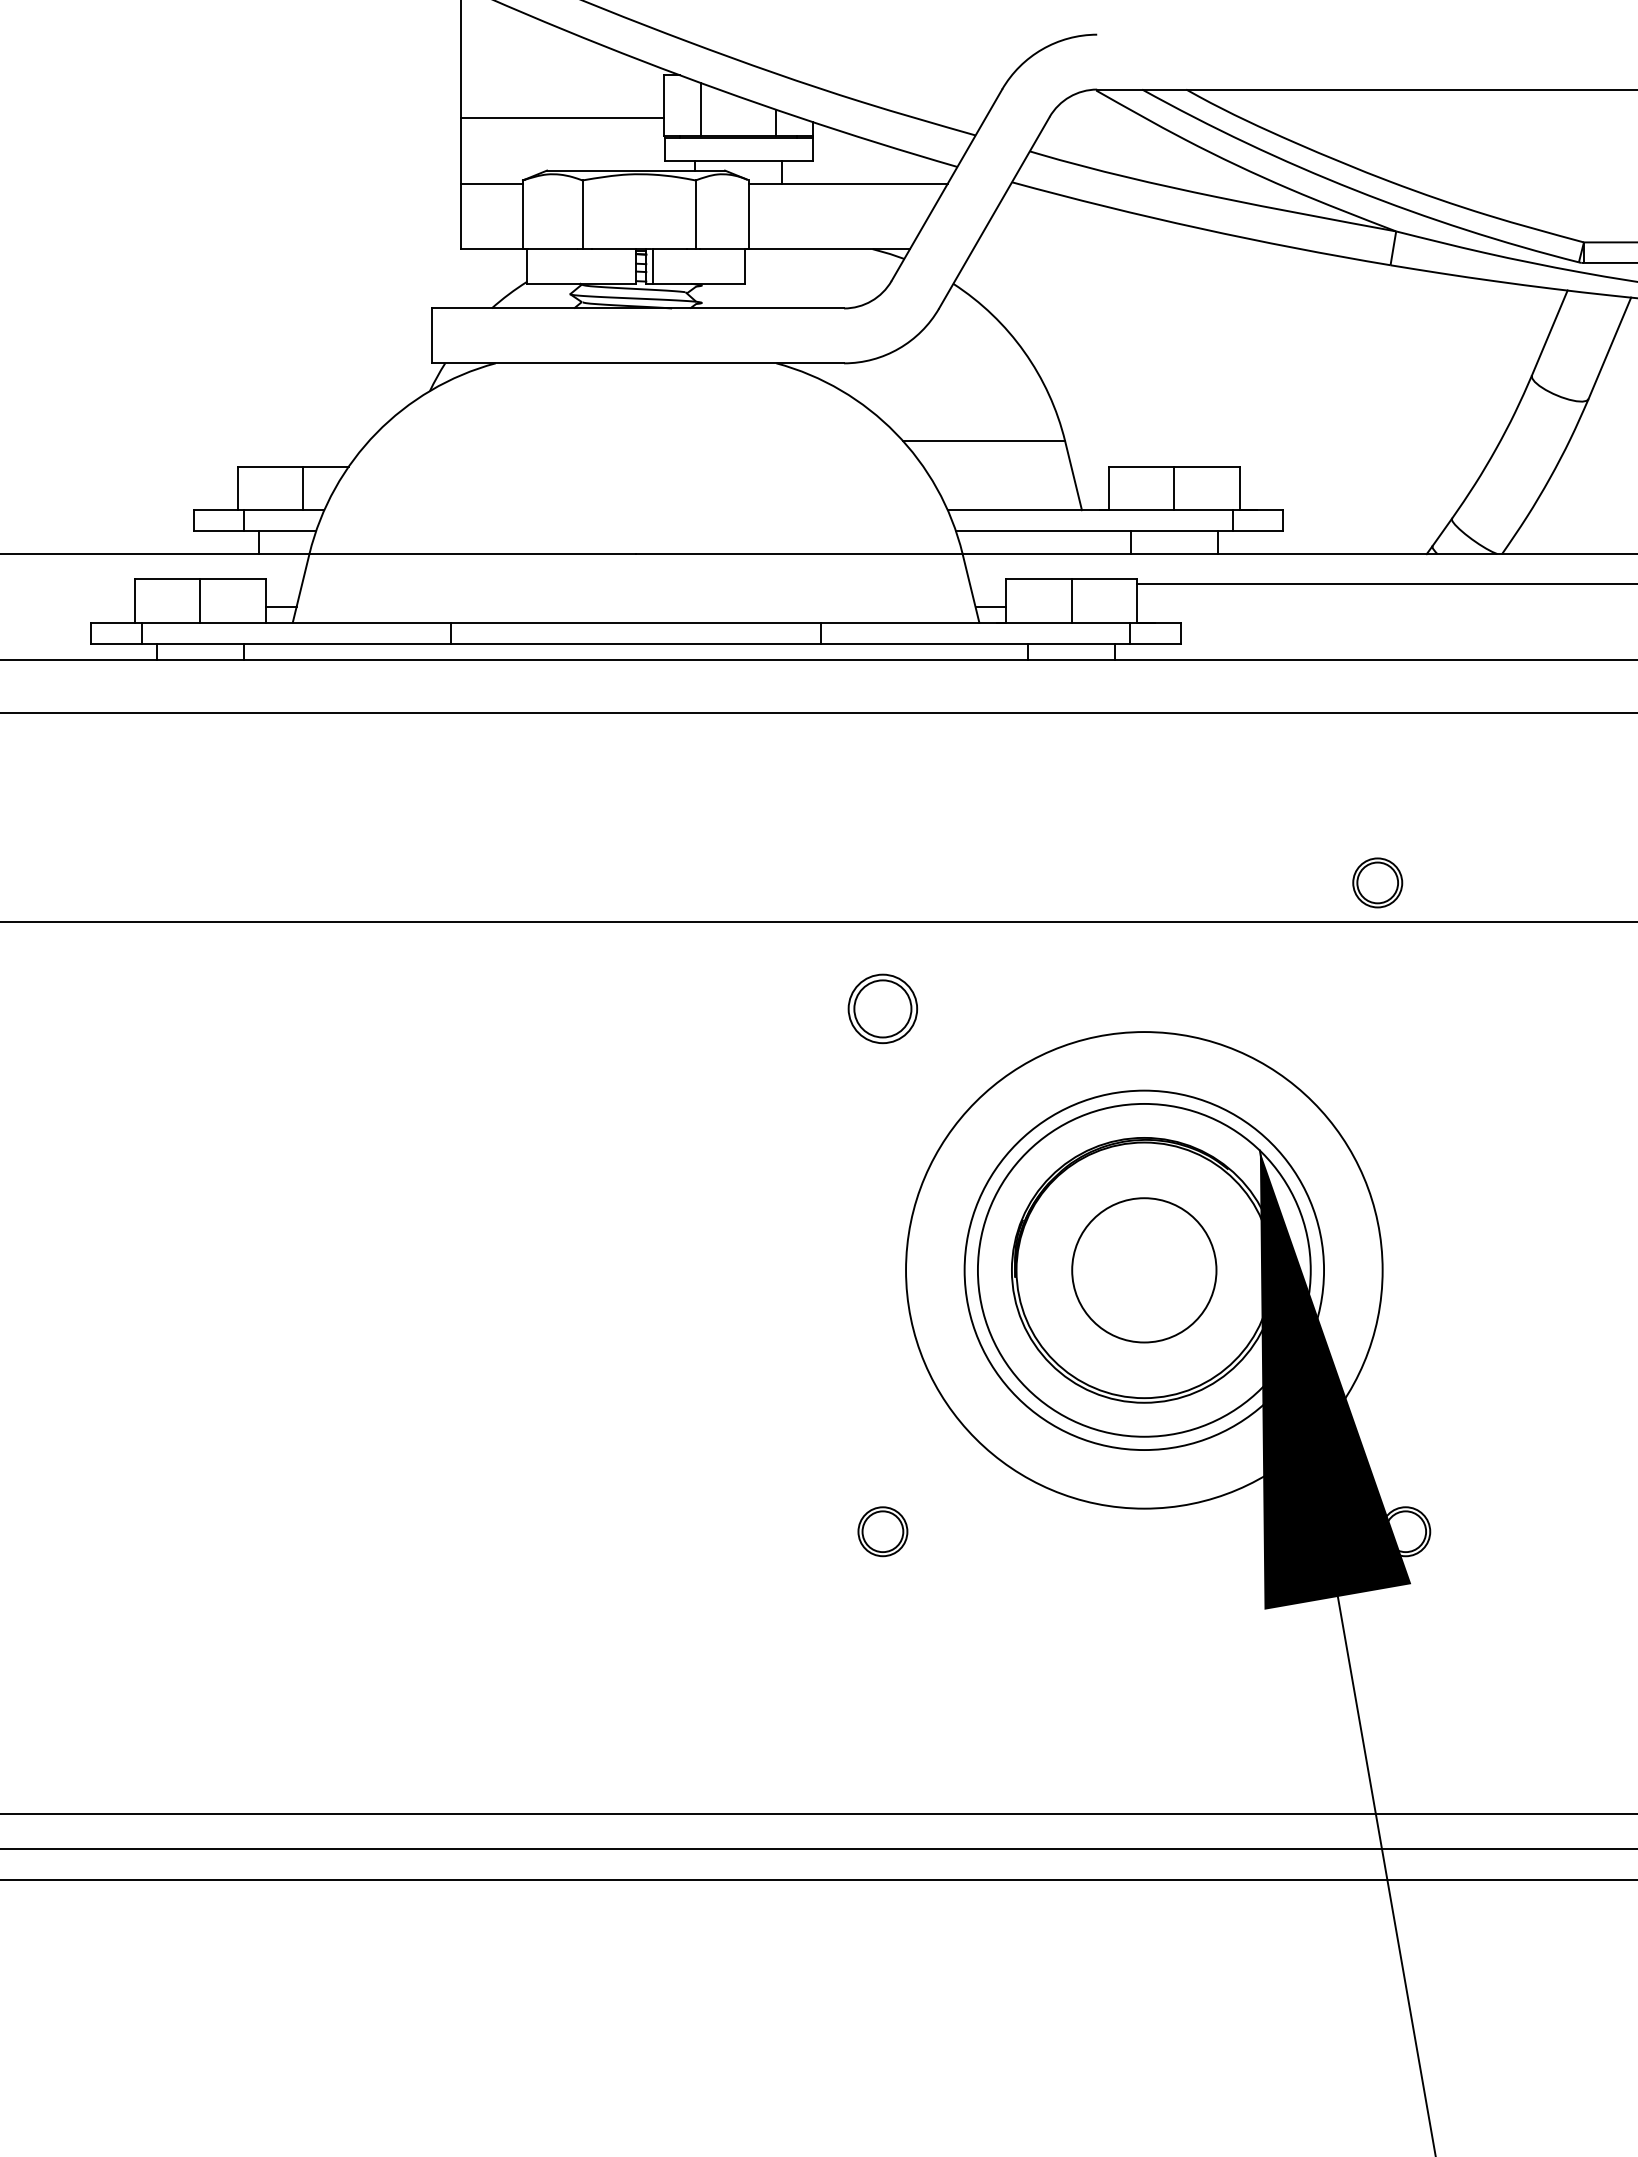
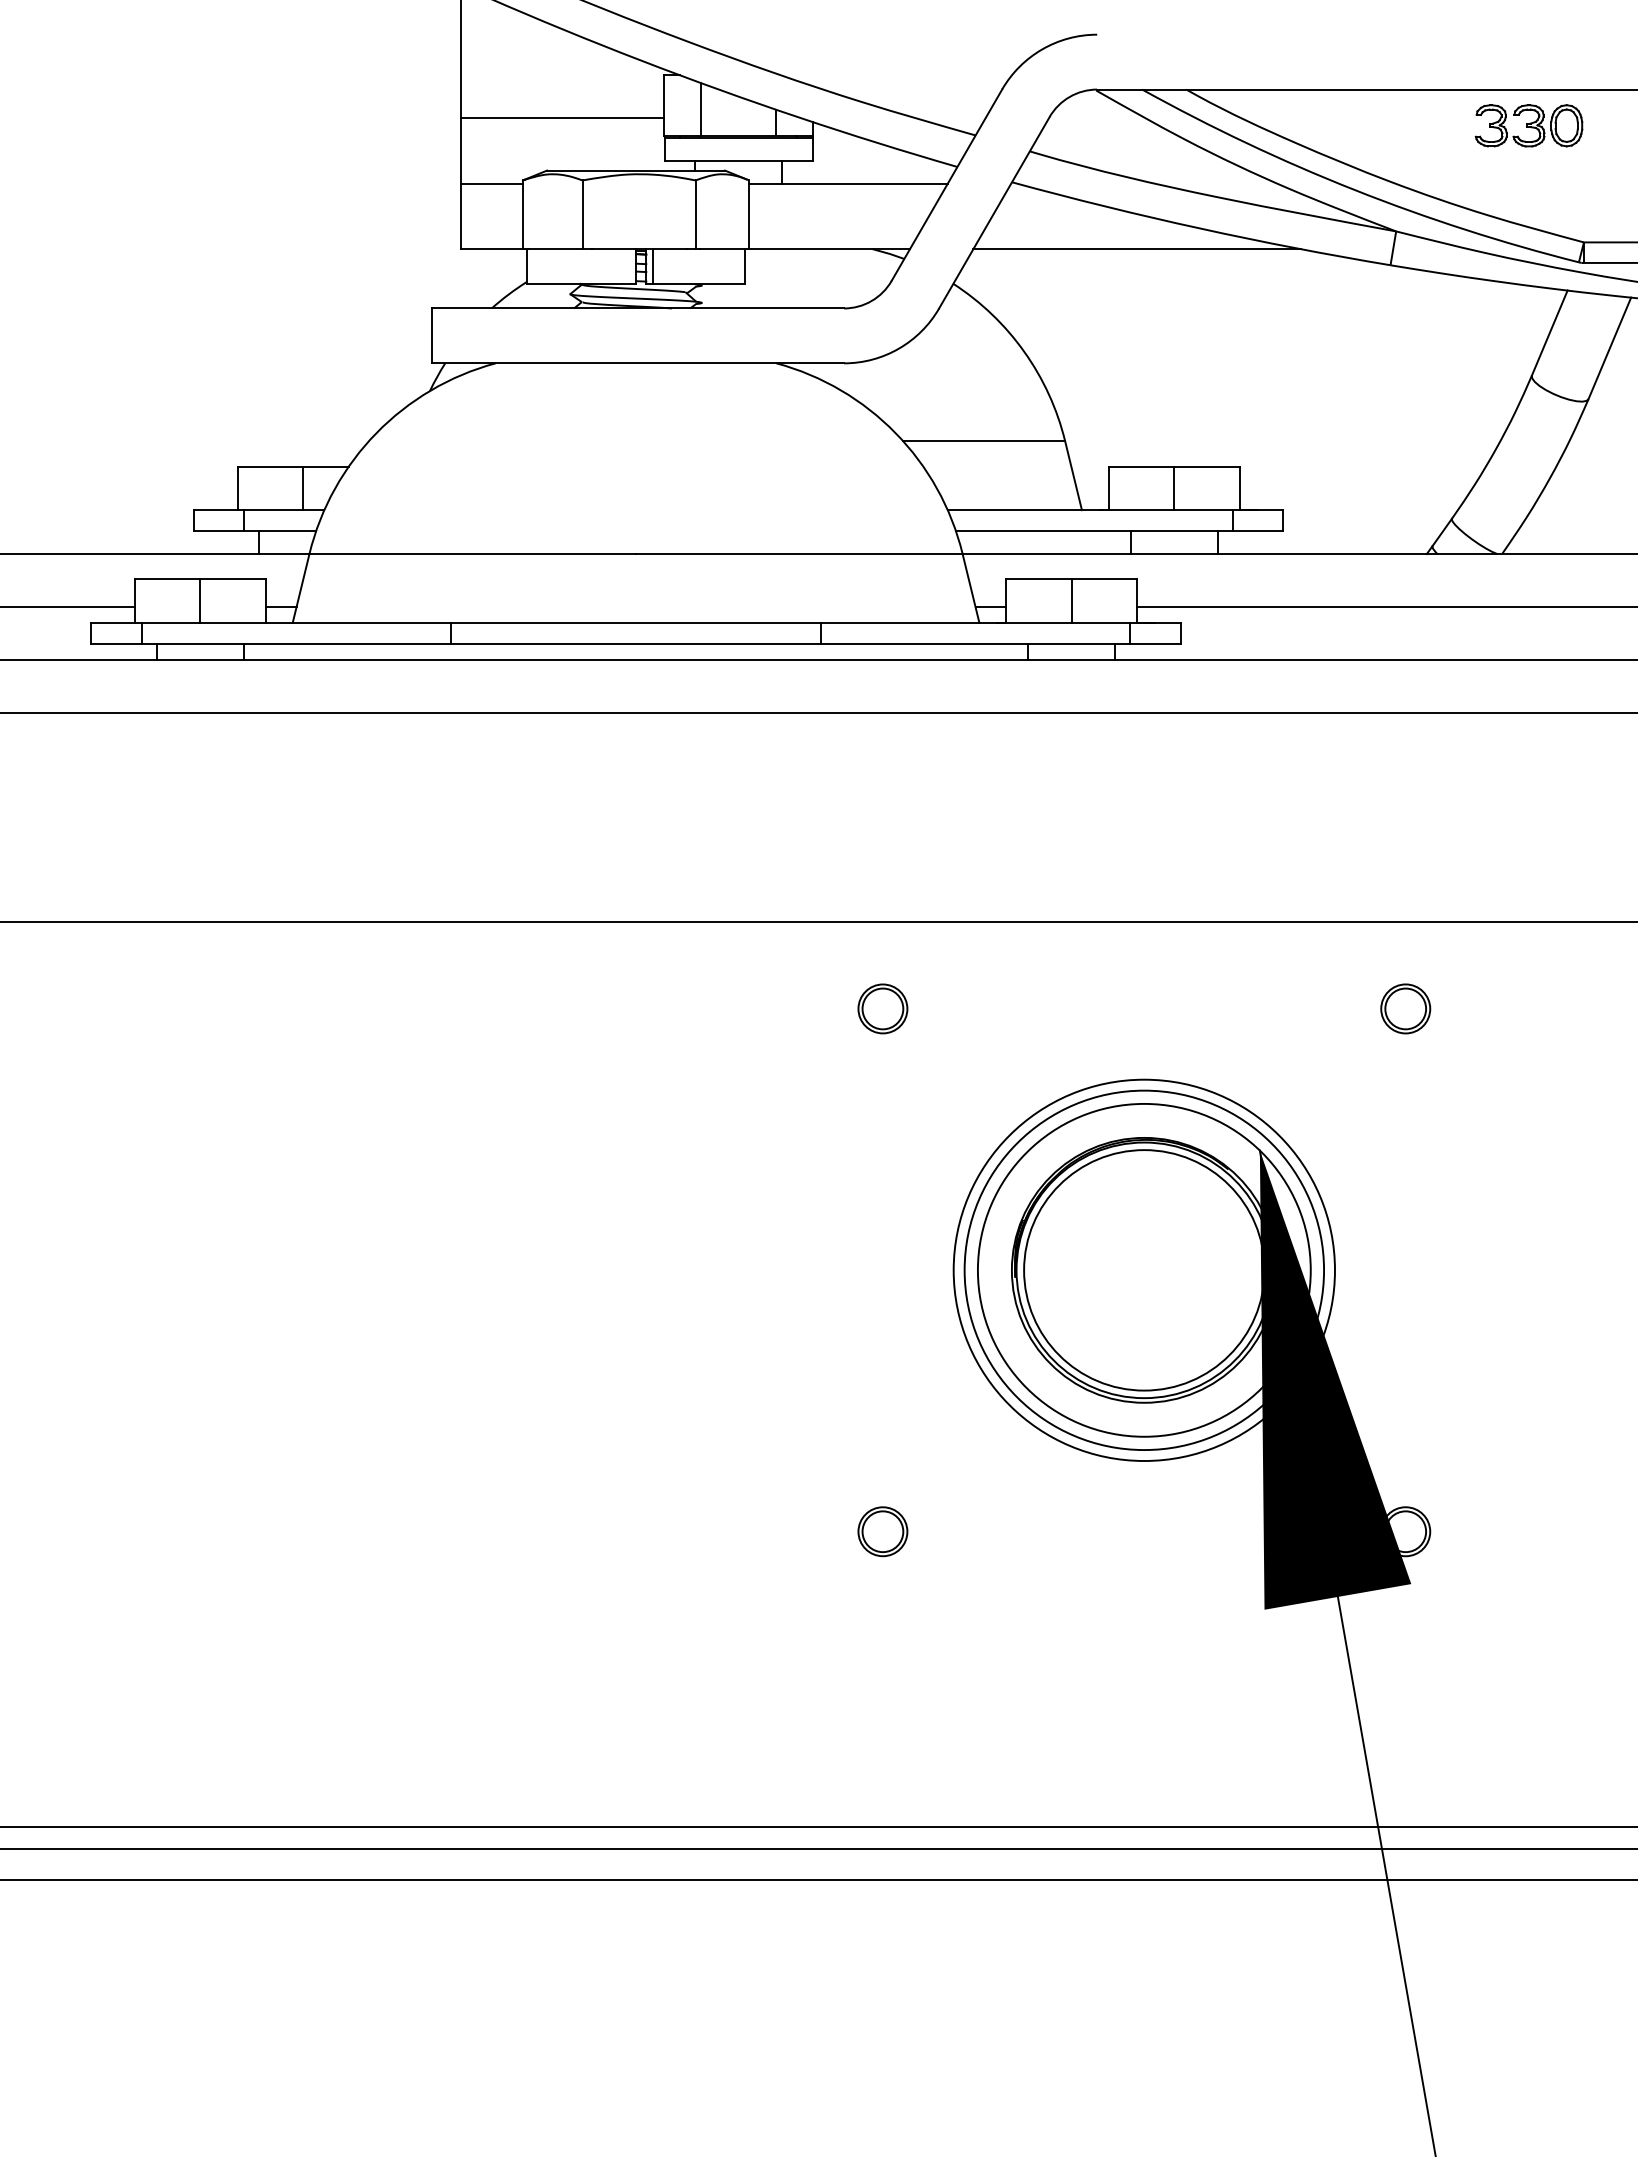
part at (1528, 125): none -> present
line at (1136, 249): none -> present
line at (1385, 584) position: (1385, 584) -> (1385, 607)
line at (68, 607): none -> present
part at (1377, 882) position: (1377, 882) -> (1405, 1008)
part at (882, 1008) size: 71x72 px -> 52x52 px
circle at (1144, 1270) diameter: 144 px -> 240 px
circle at (1144, 1270) diameter: 477 px -> 381 px
line at (818, 1814) position: (818, 1814) -> (818, 1827)
